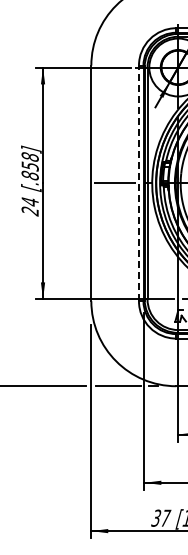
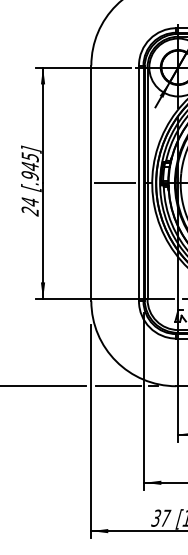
text at (29, 166): [.858] -> [.945]
line at (138, 183): dashed -> solid
